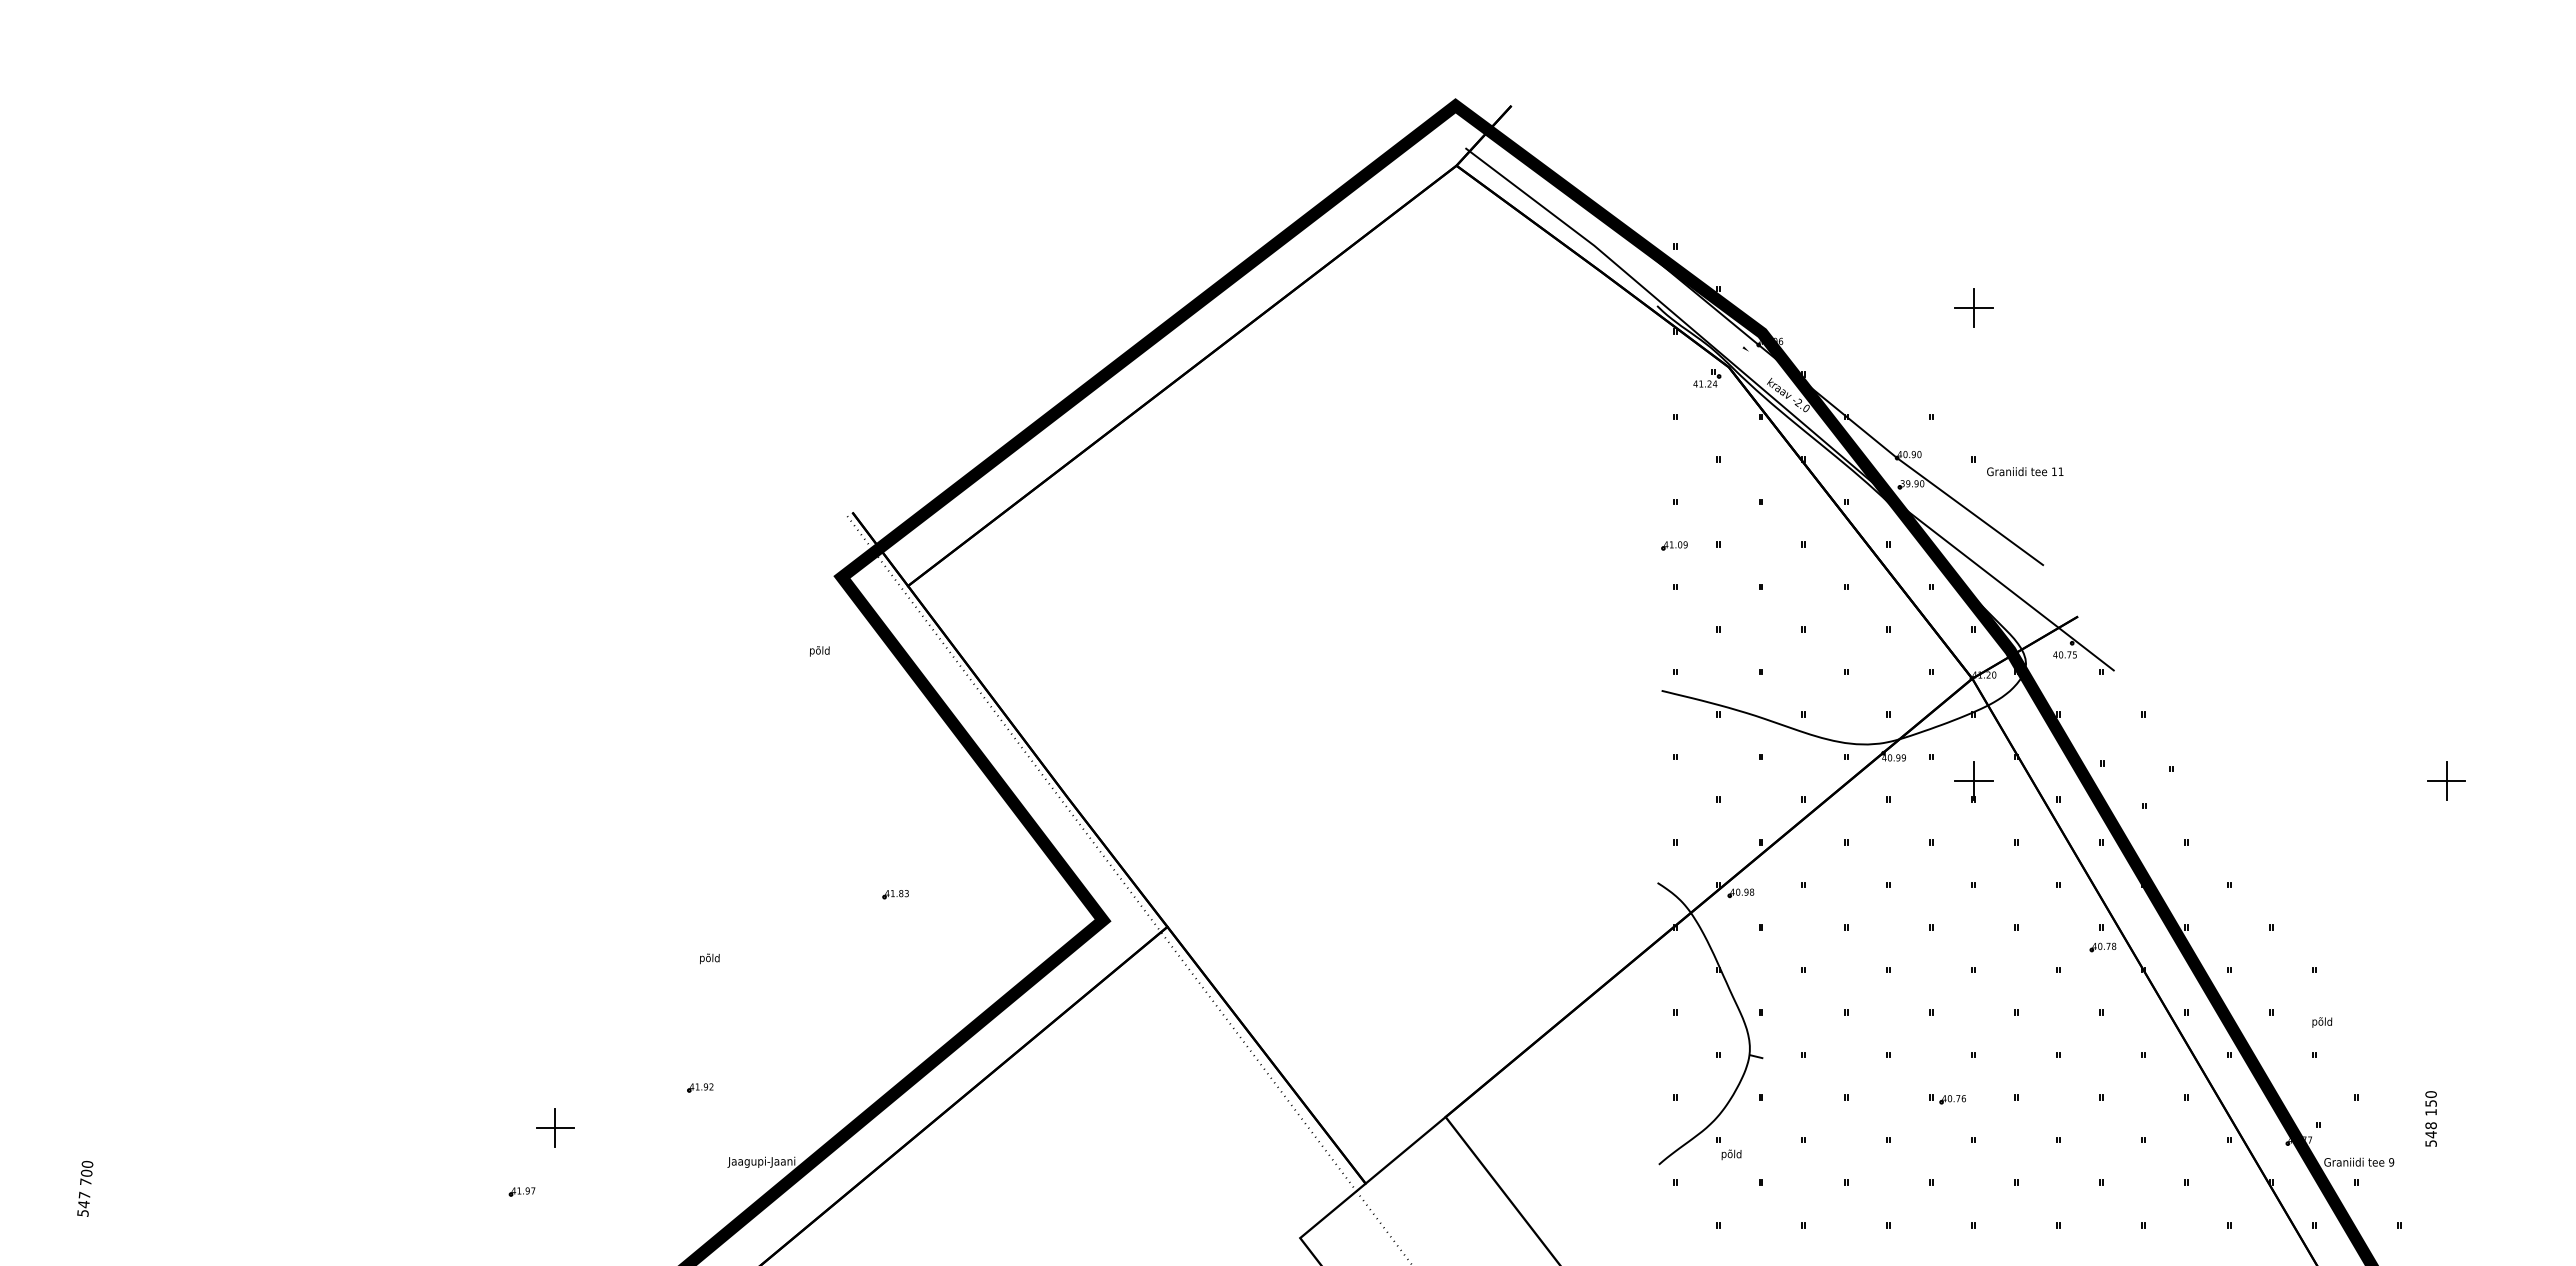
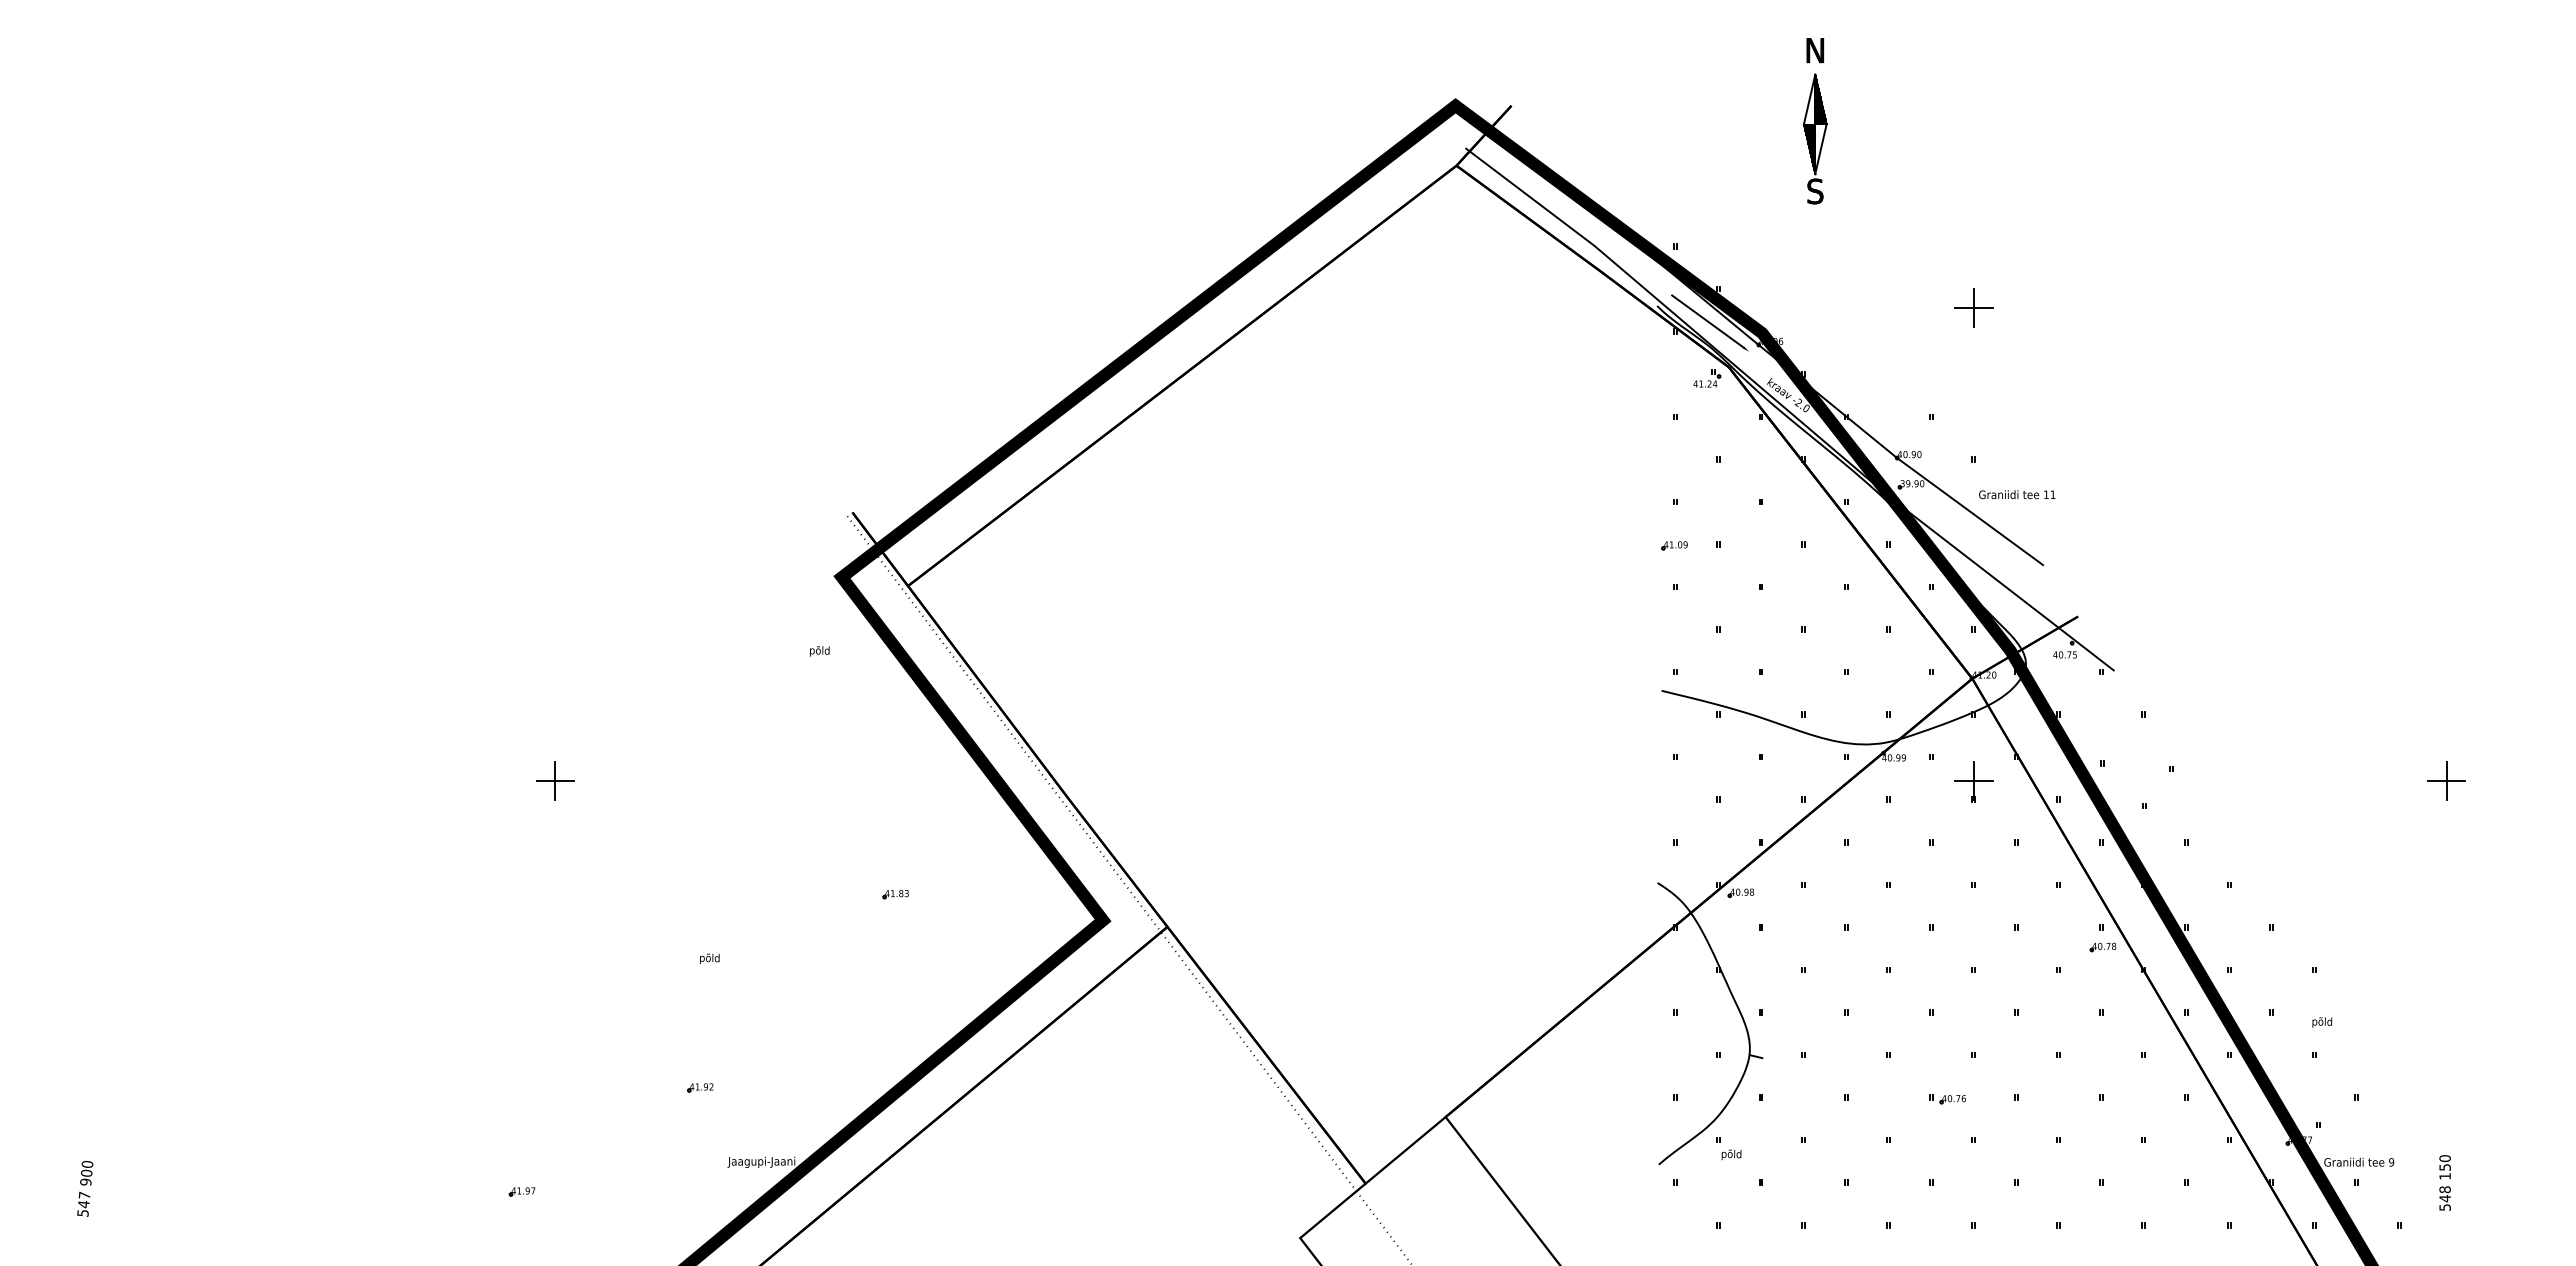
part at (1815, 121): none -> present
line at (1707, 321): none -> present
text at (2025, 471) position: (2025, 471) -> (2017, 494)
text at (2430, 1118) position: (2430, 1118) -> (2444, 1182)
part at (555, 1127) position: (555, 1127) -> (555, 780)
text at (85, 1181): 700 -> 900
